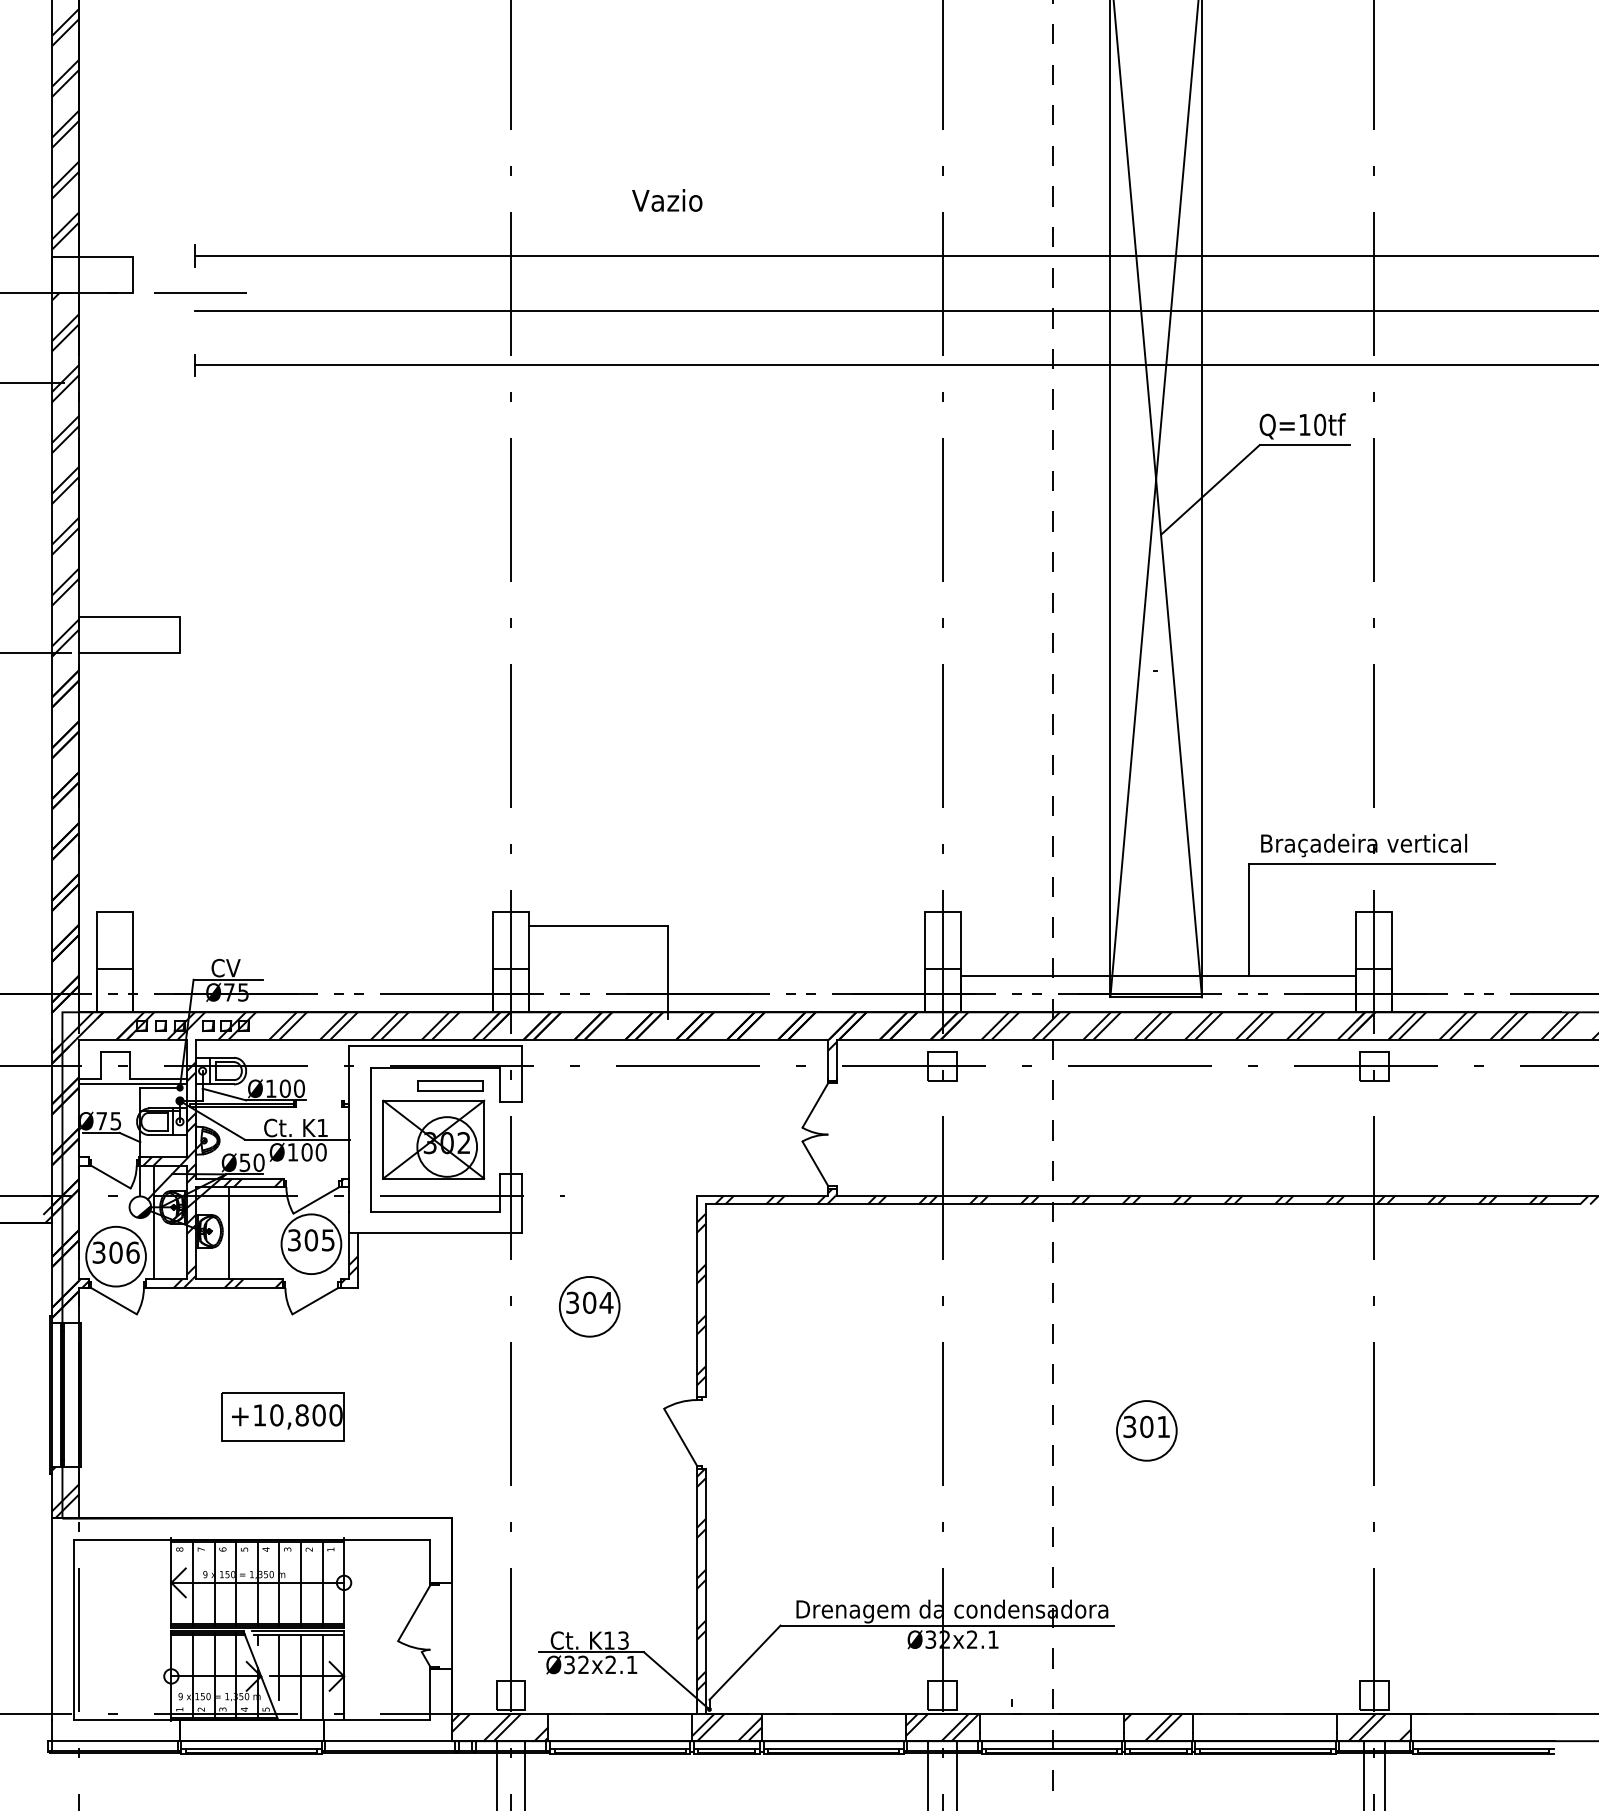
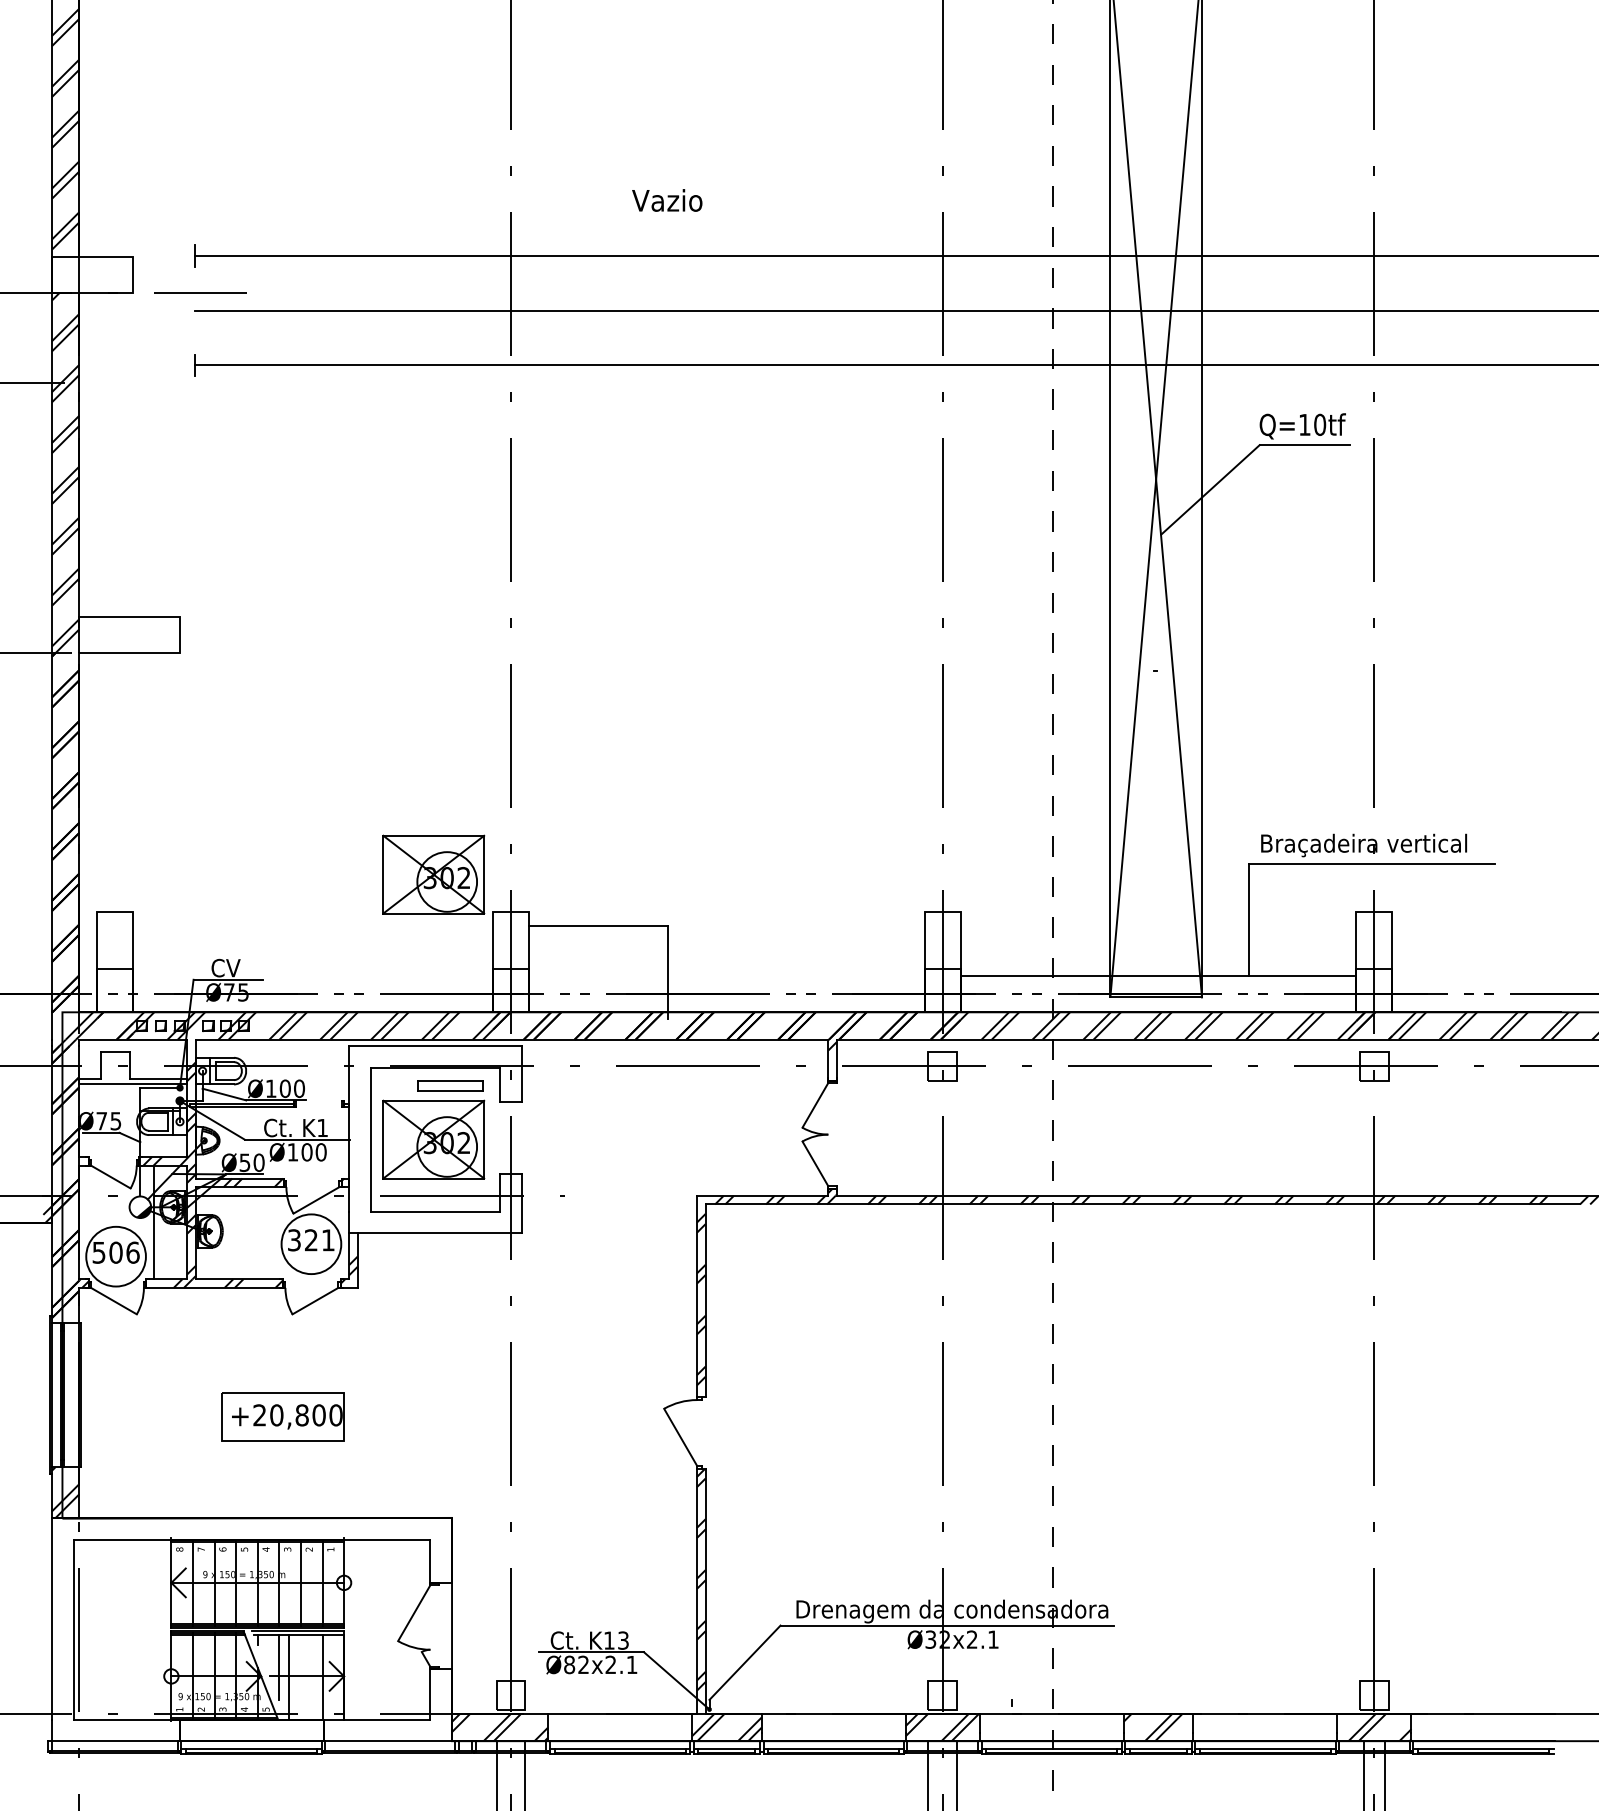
part at (433, 874): none -> present
line at (228, 1233): present -> none
text at (319, 1240): 305 -> 321
text at (99, 1252): 306 -> 506
part at (589, 1306): present -> none
text at (259, 1415): +10,800 -> +20,800
part at (1146, 1430): present -> none
text at (569, 1664): Ø32x2.1 -> Ø82x2.1
line at (300, 1677) position: (300, 1677) -> (288, 1677)
